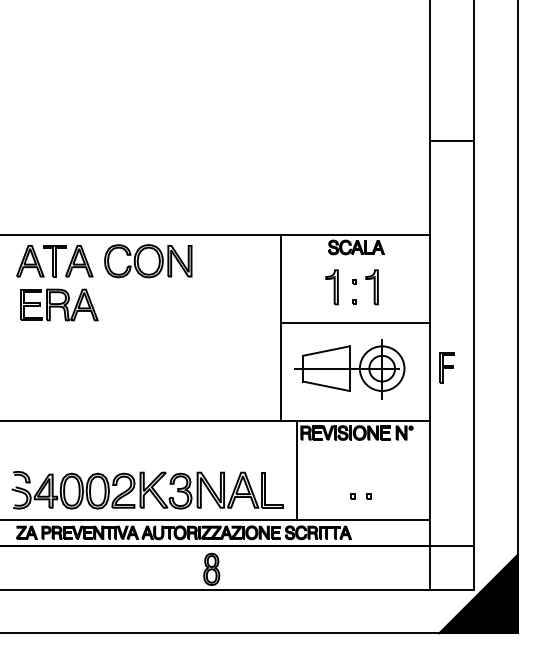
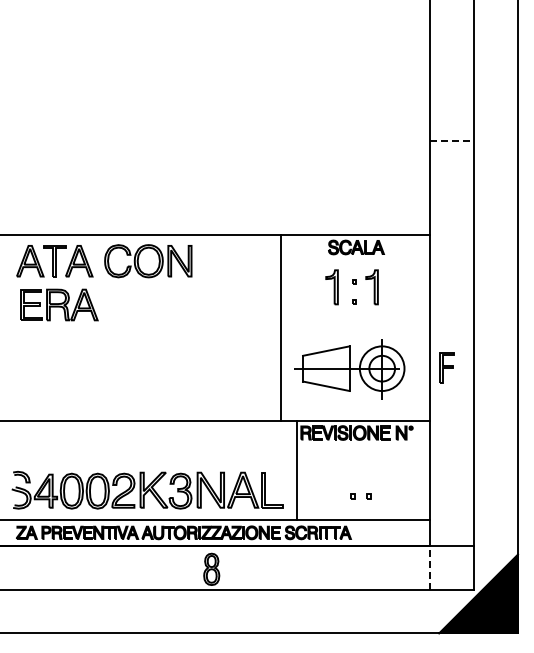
line at (452, 141): solid -> dashed
line at (355, 323): present -> none
line at (430, 567): solid -> dashed
